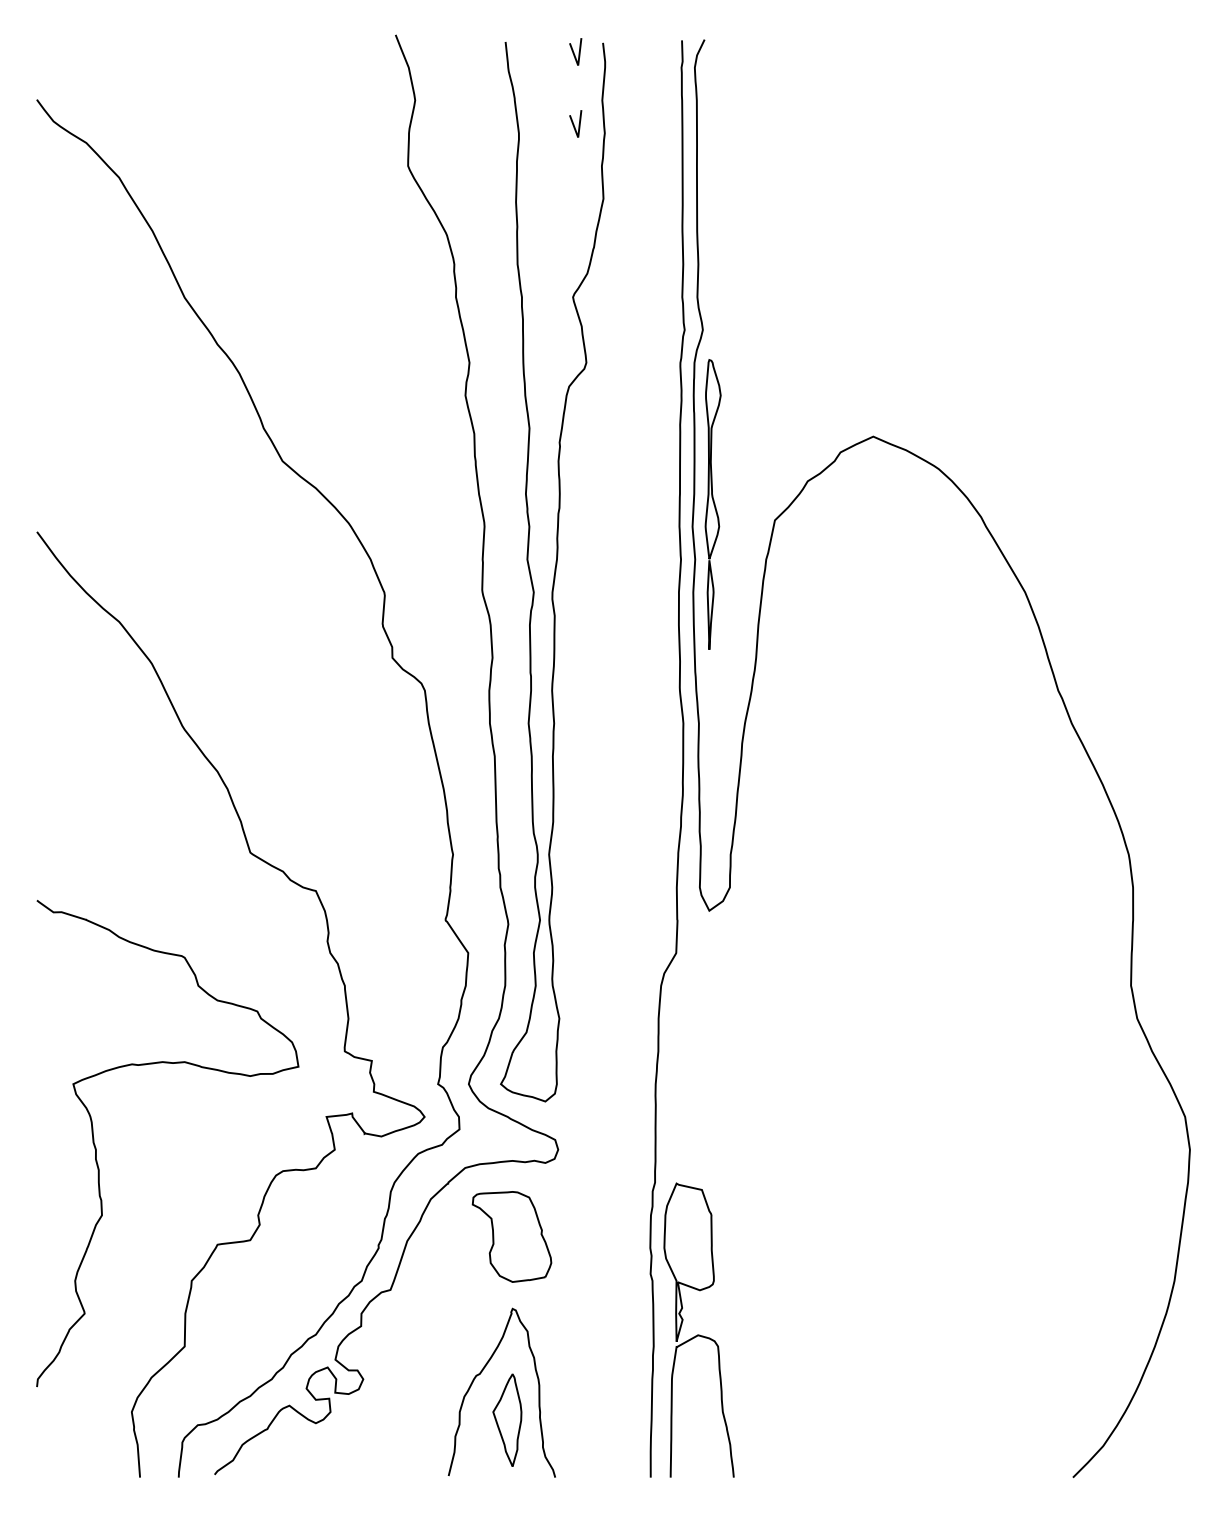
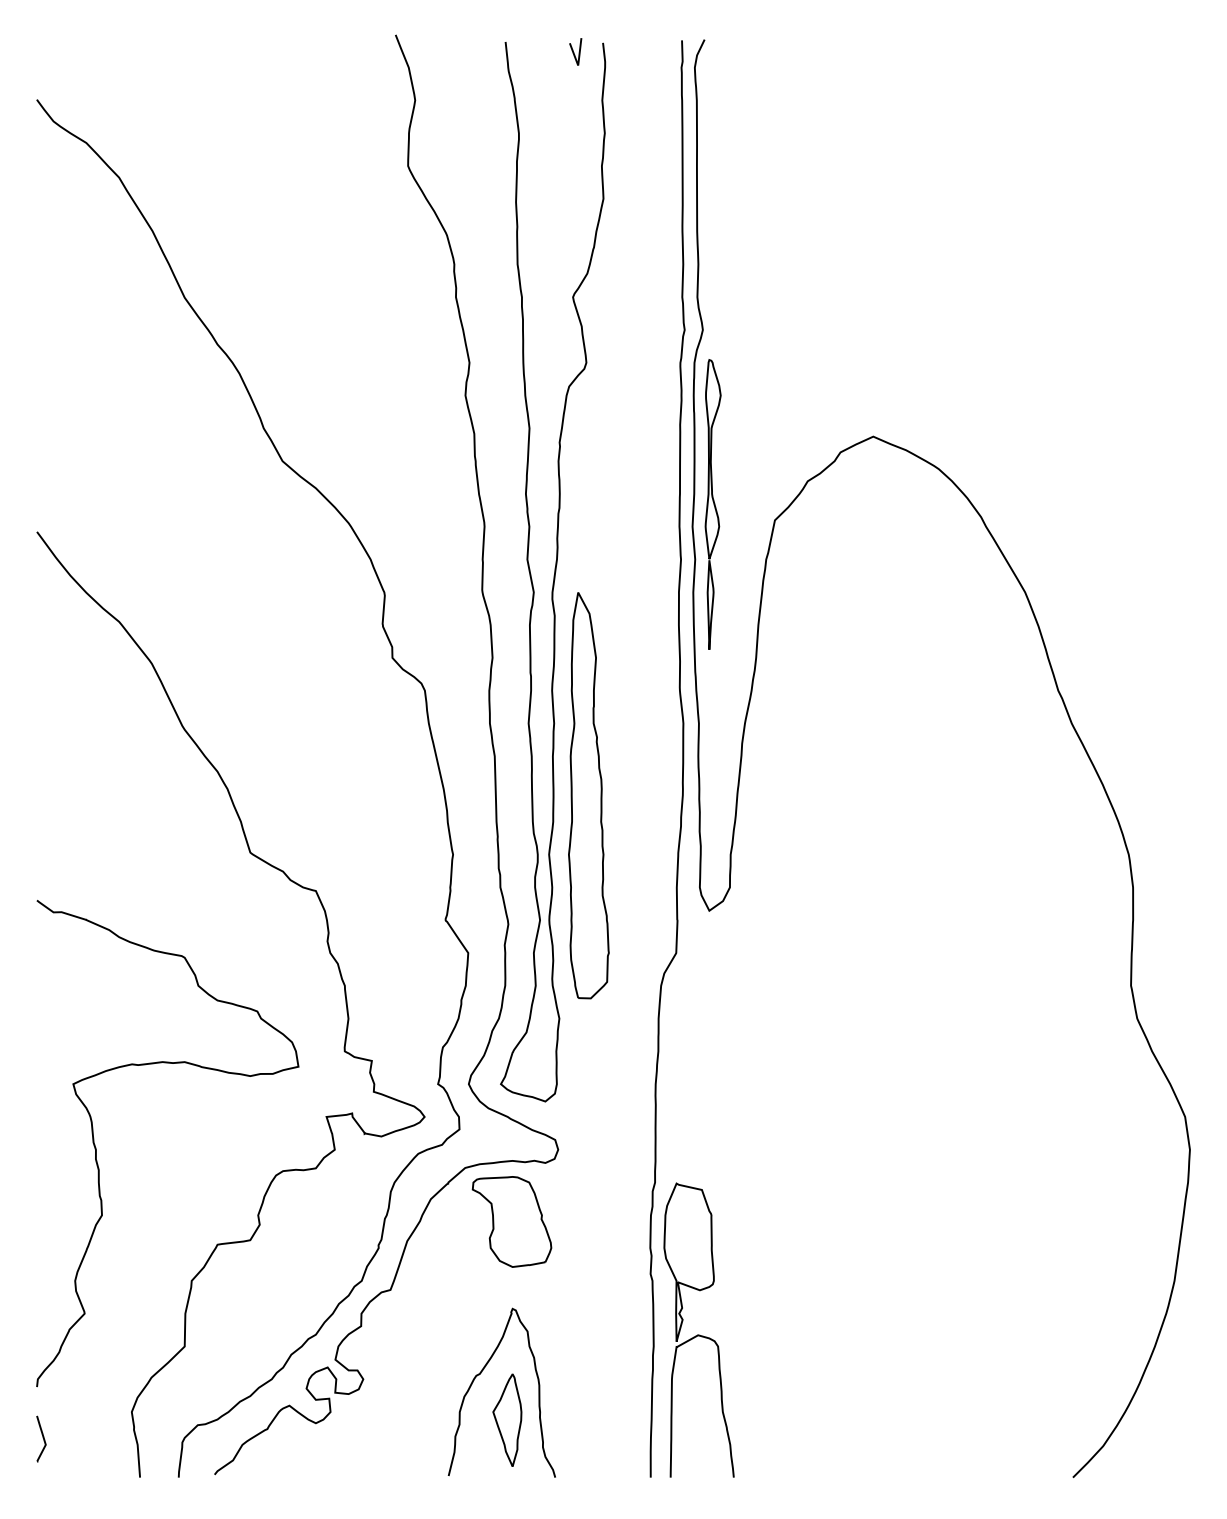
line at (574, 124): present -> none
part at (588, 795): none -> present
part at (511, 1236) position: (511, 1236) -> (511, 1221)
curve at (42, 1437): none -> present
